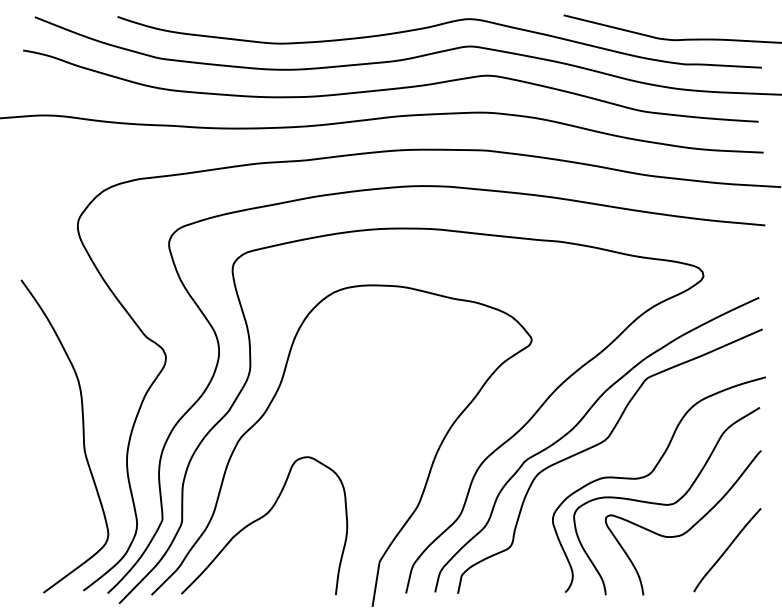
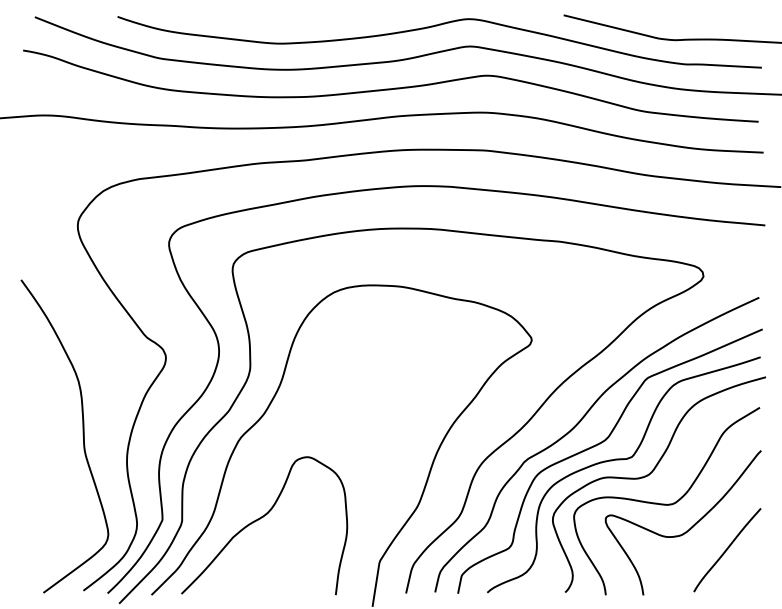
curve at (622, 460): none -> present
